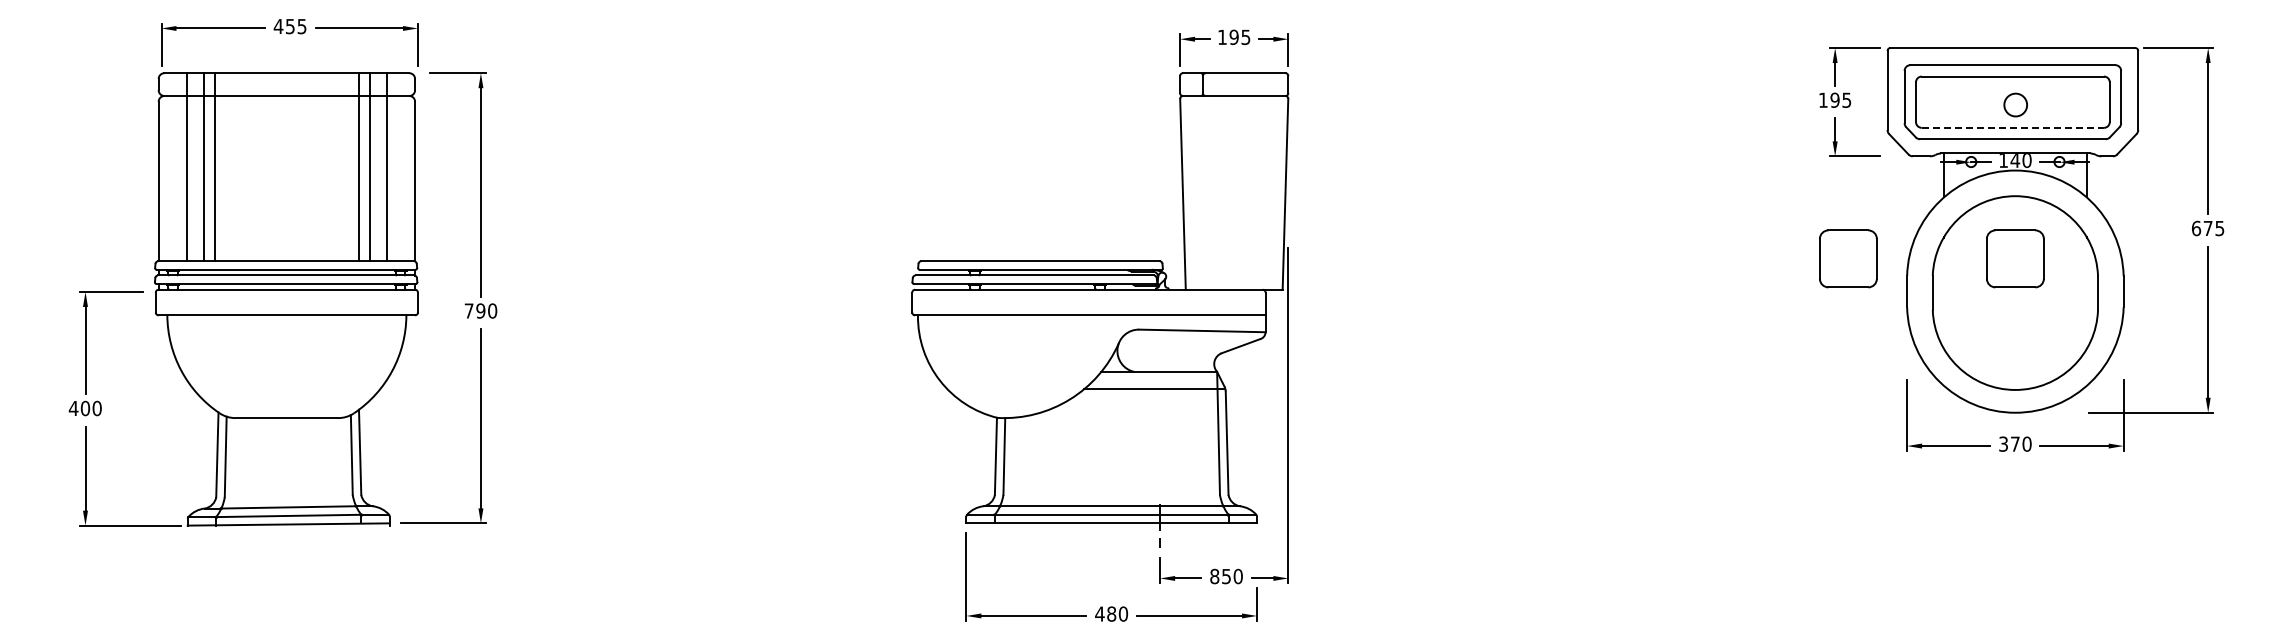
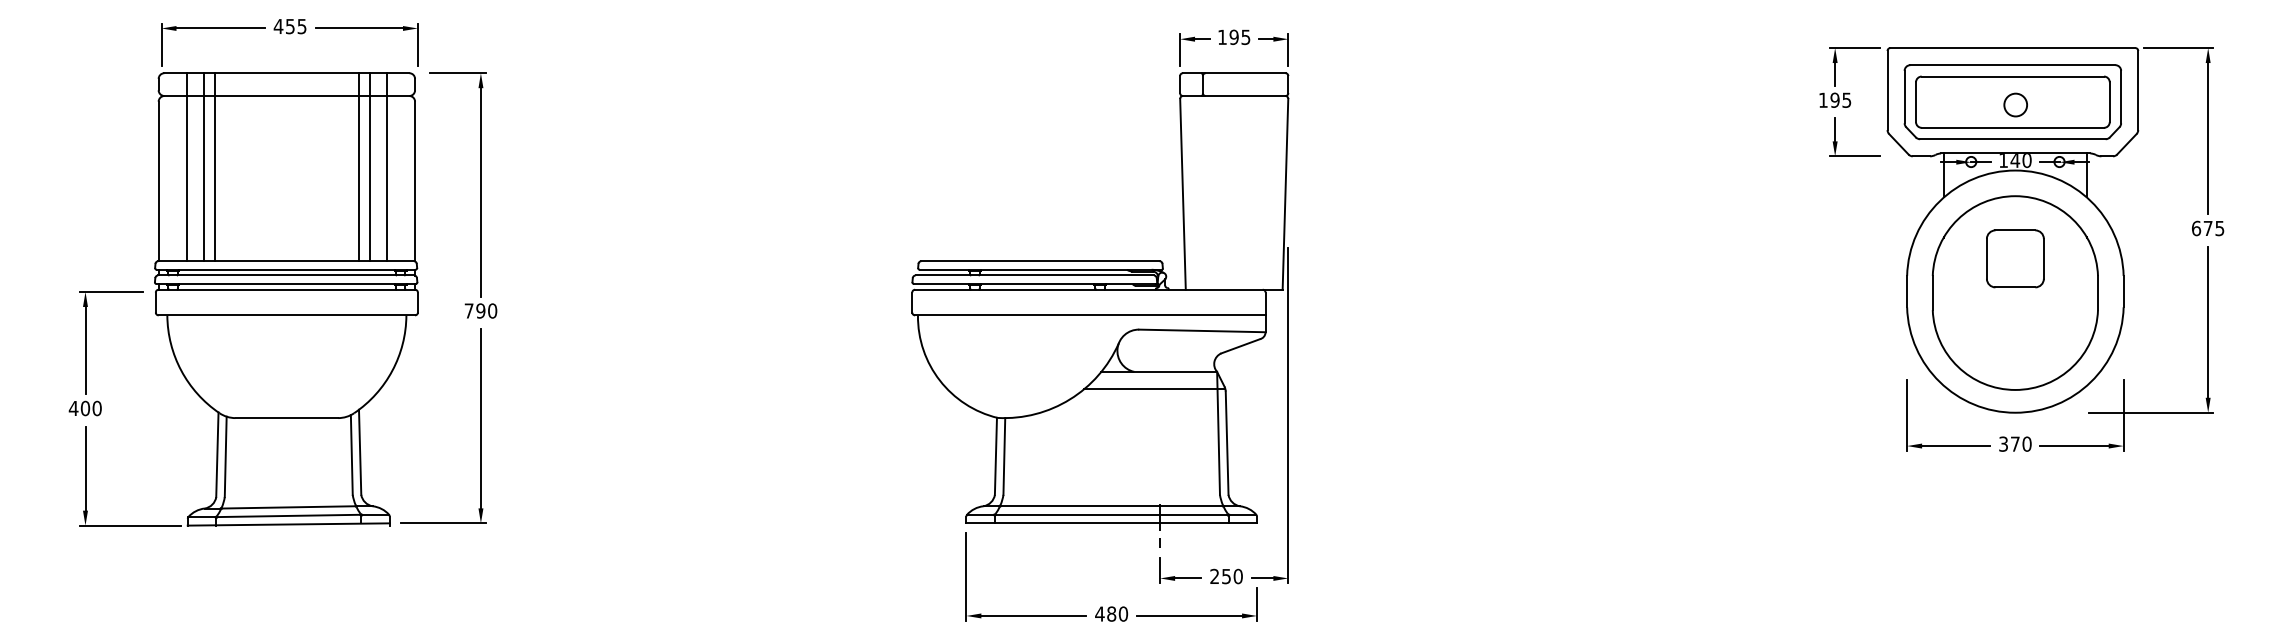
line at (2013, 127): dashed -> solid
part at (1848, 258): present -> none
text at (1214, 576): 850 -> 250
